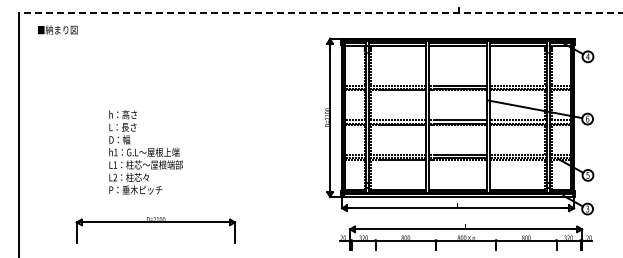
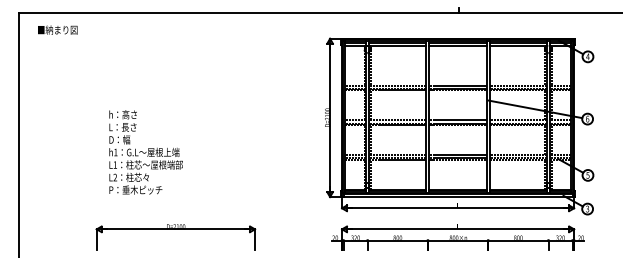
line at (320, 13): dashed -> solid
part at (155, 222) position: (155, 222) -> (175, 229)
part at (465, 237) position: (465, 237) -> (457, 237)
